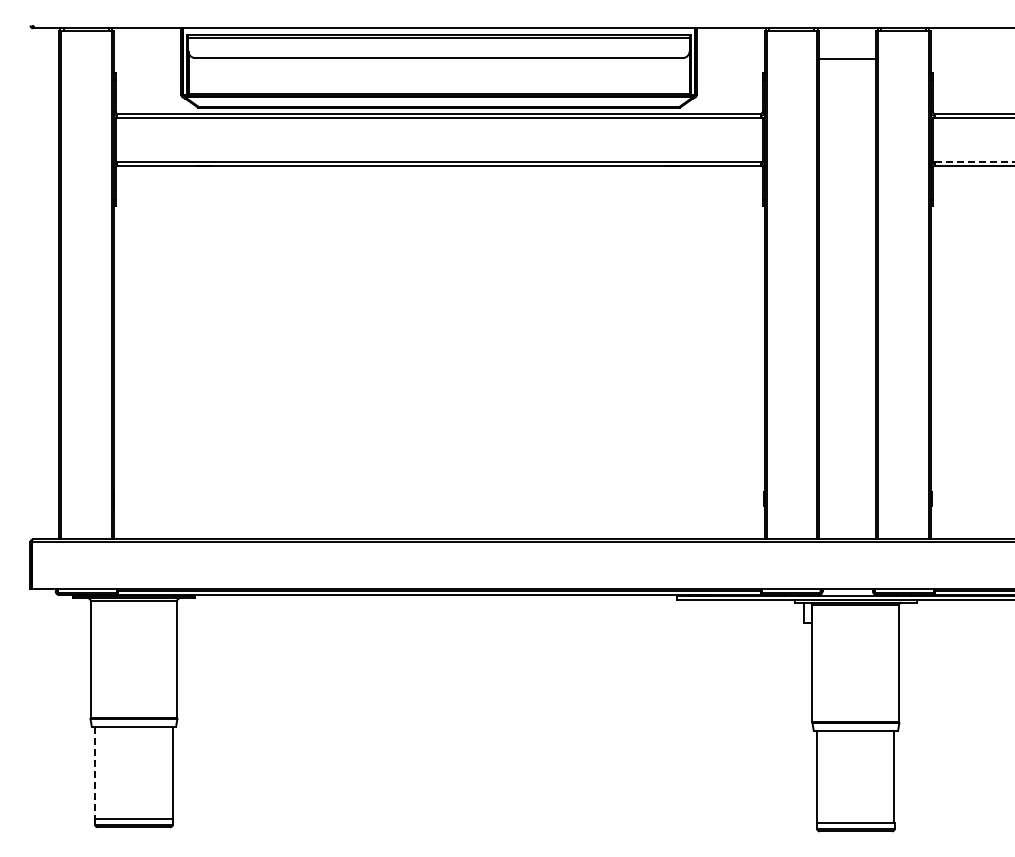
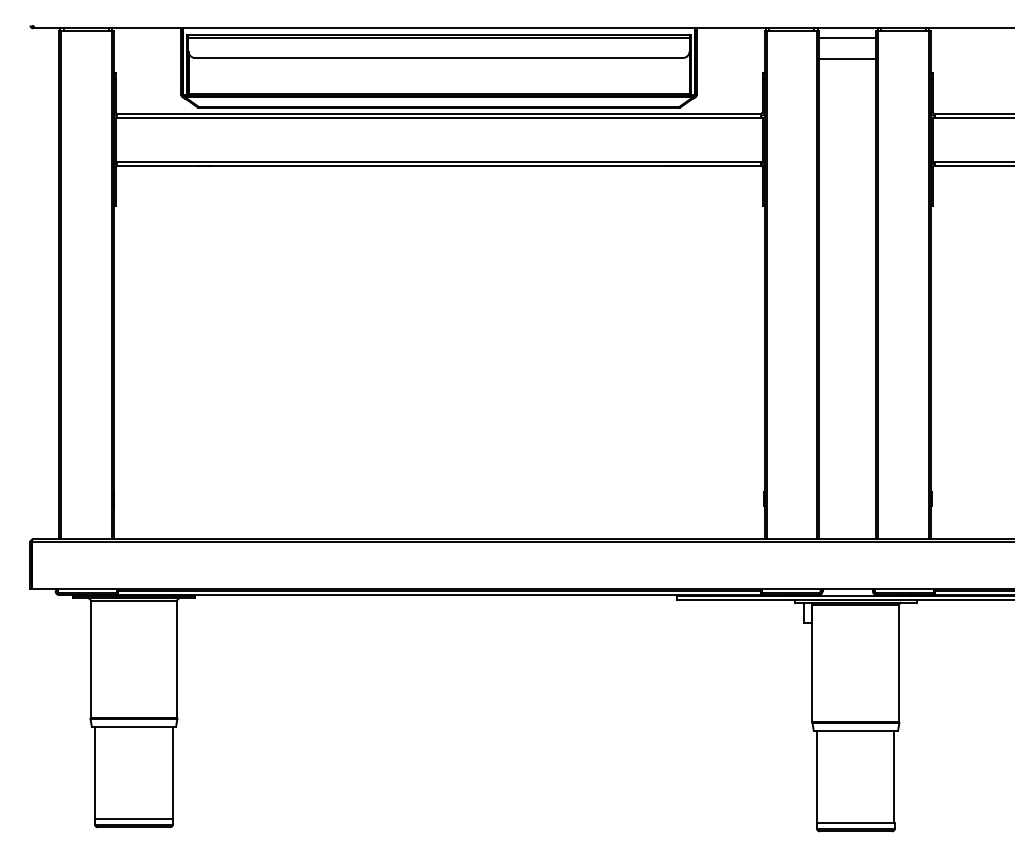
line at (847, 37): none -> present
line at (974, 161): dashed -> solid
line at (95, 773): dashed -> solid
